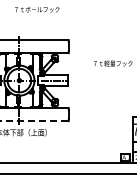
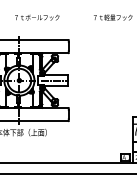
text at (37, 9) position: (37, 9) -> (37, 17)
text at (113, 63) position: (113, 63) -> (113, 17)
line at (34, 121): dashed -> solid
